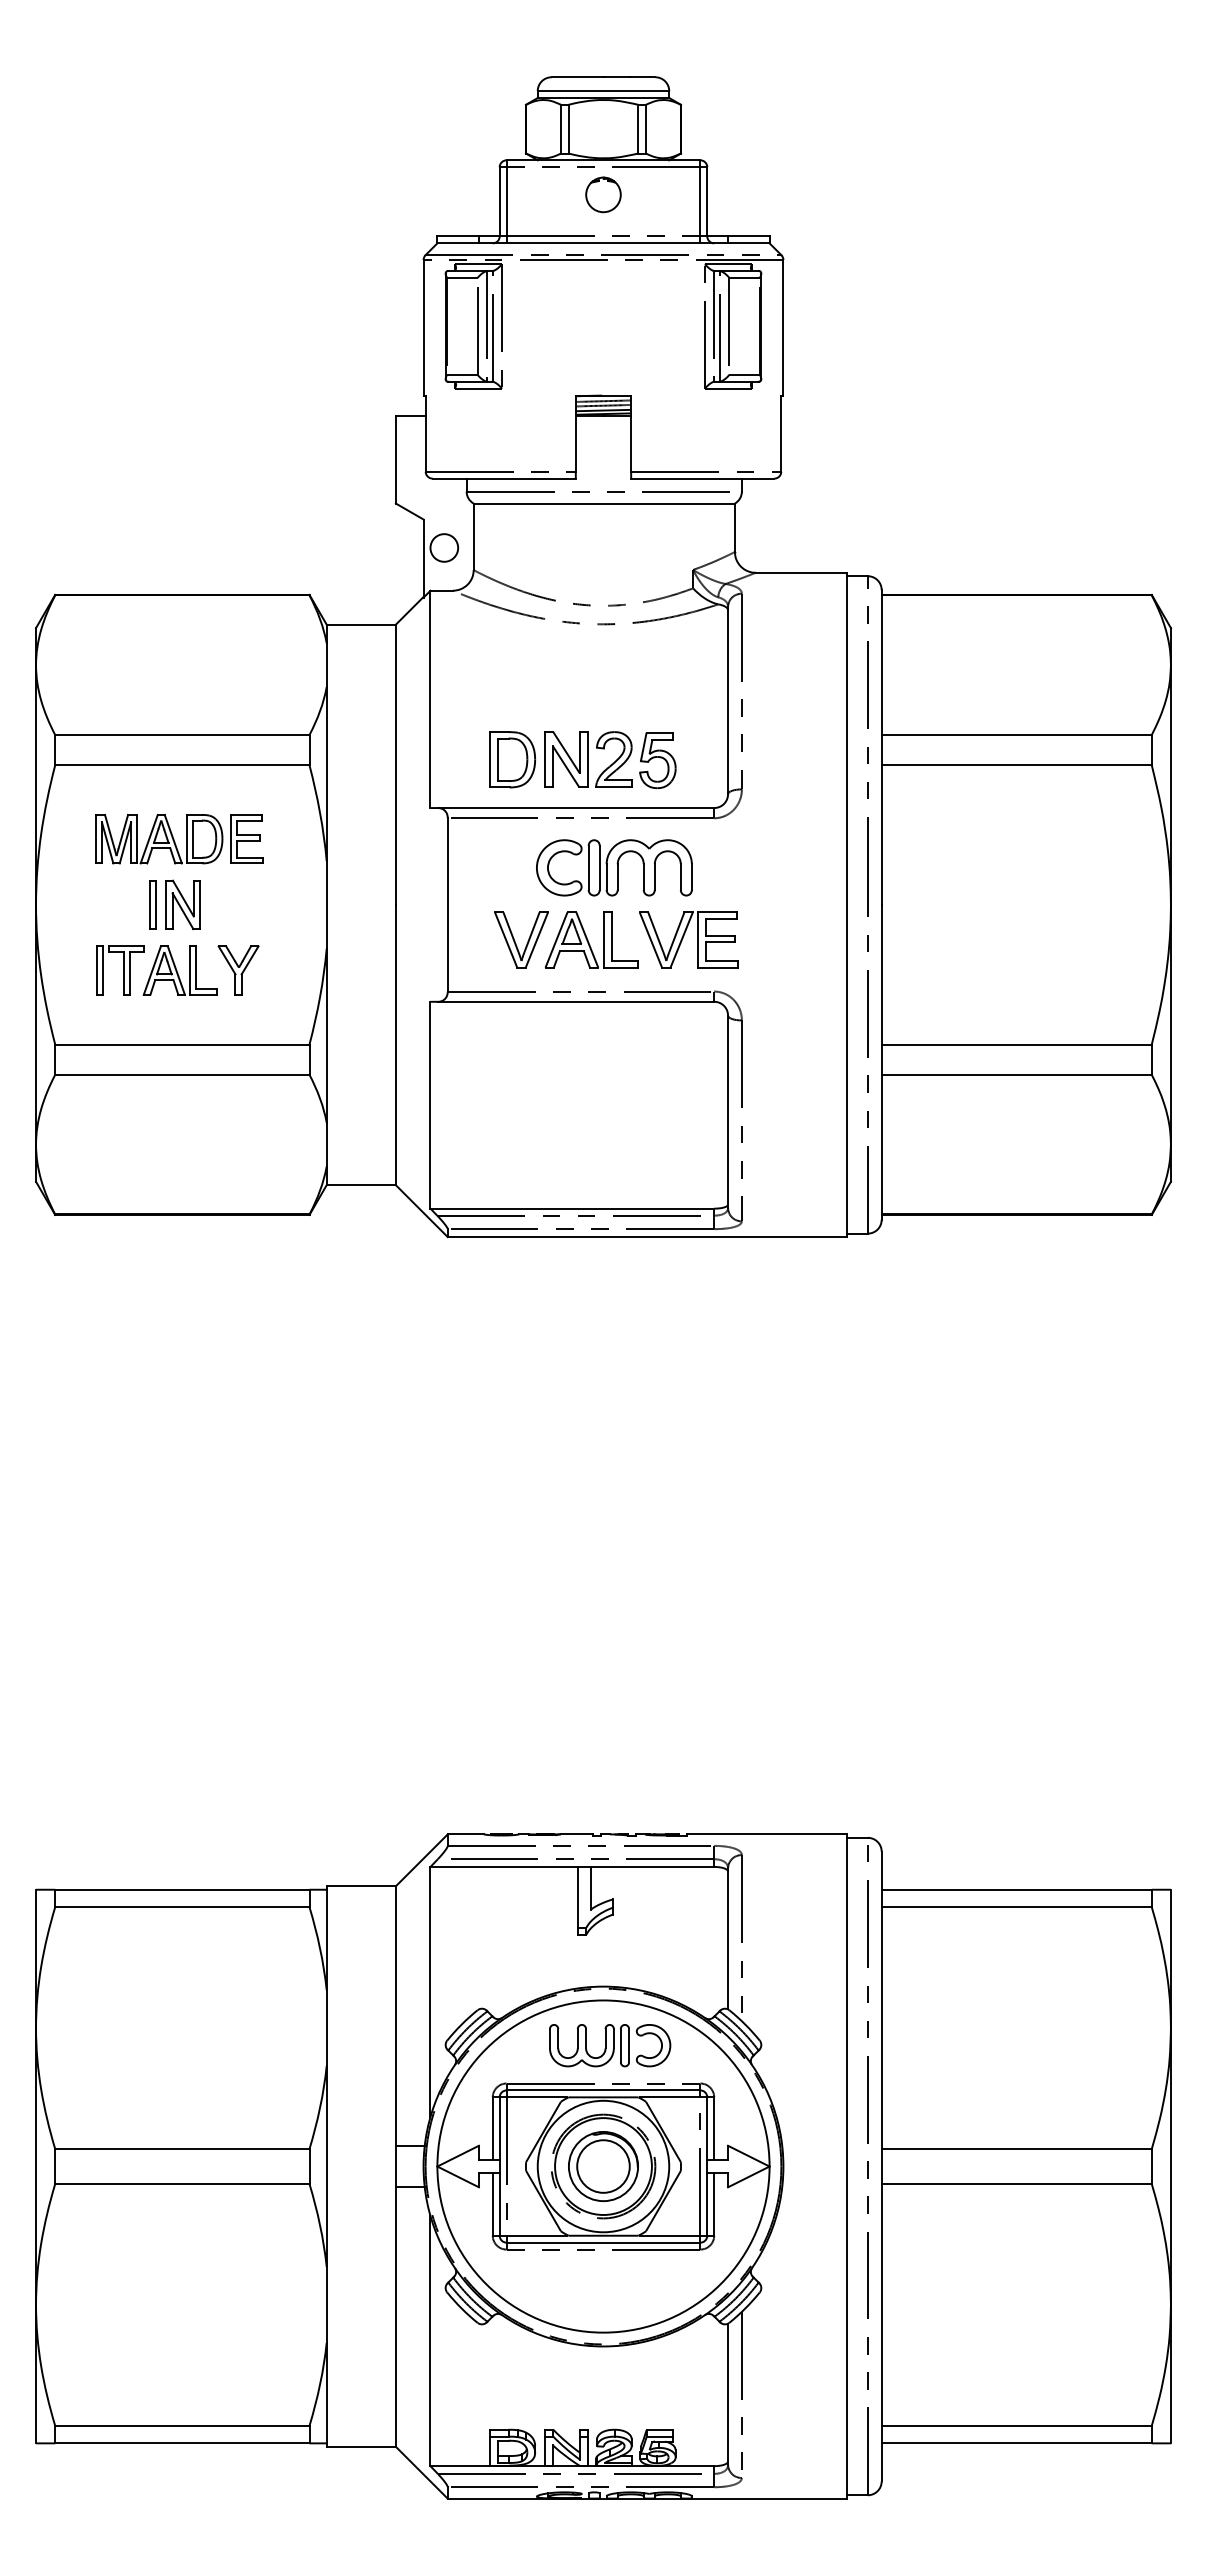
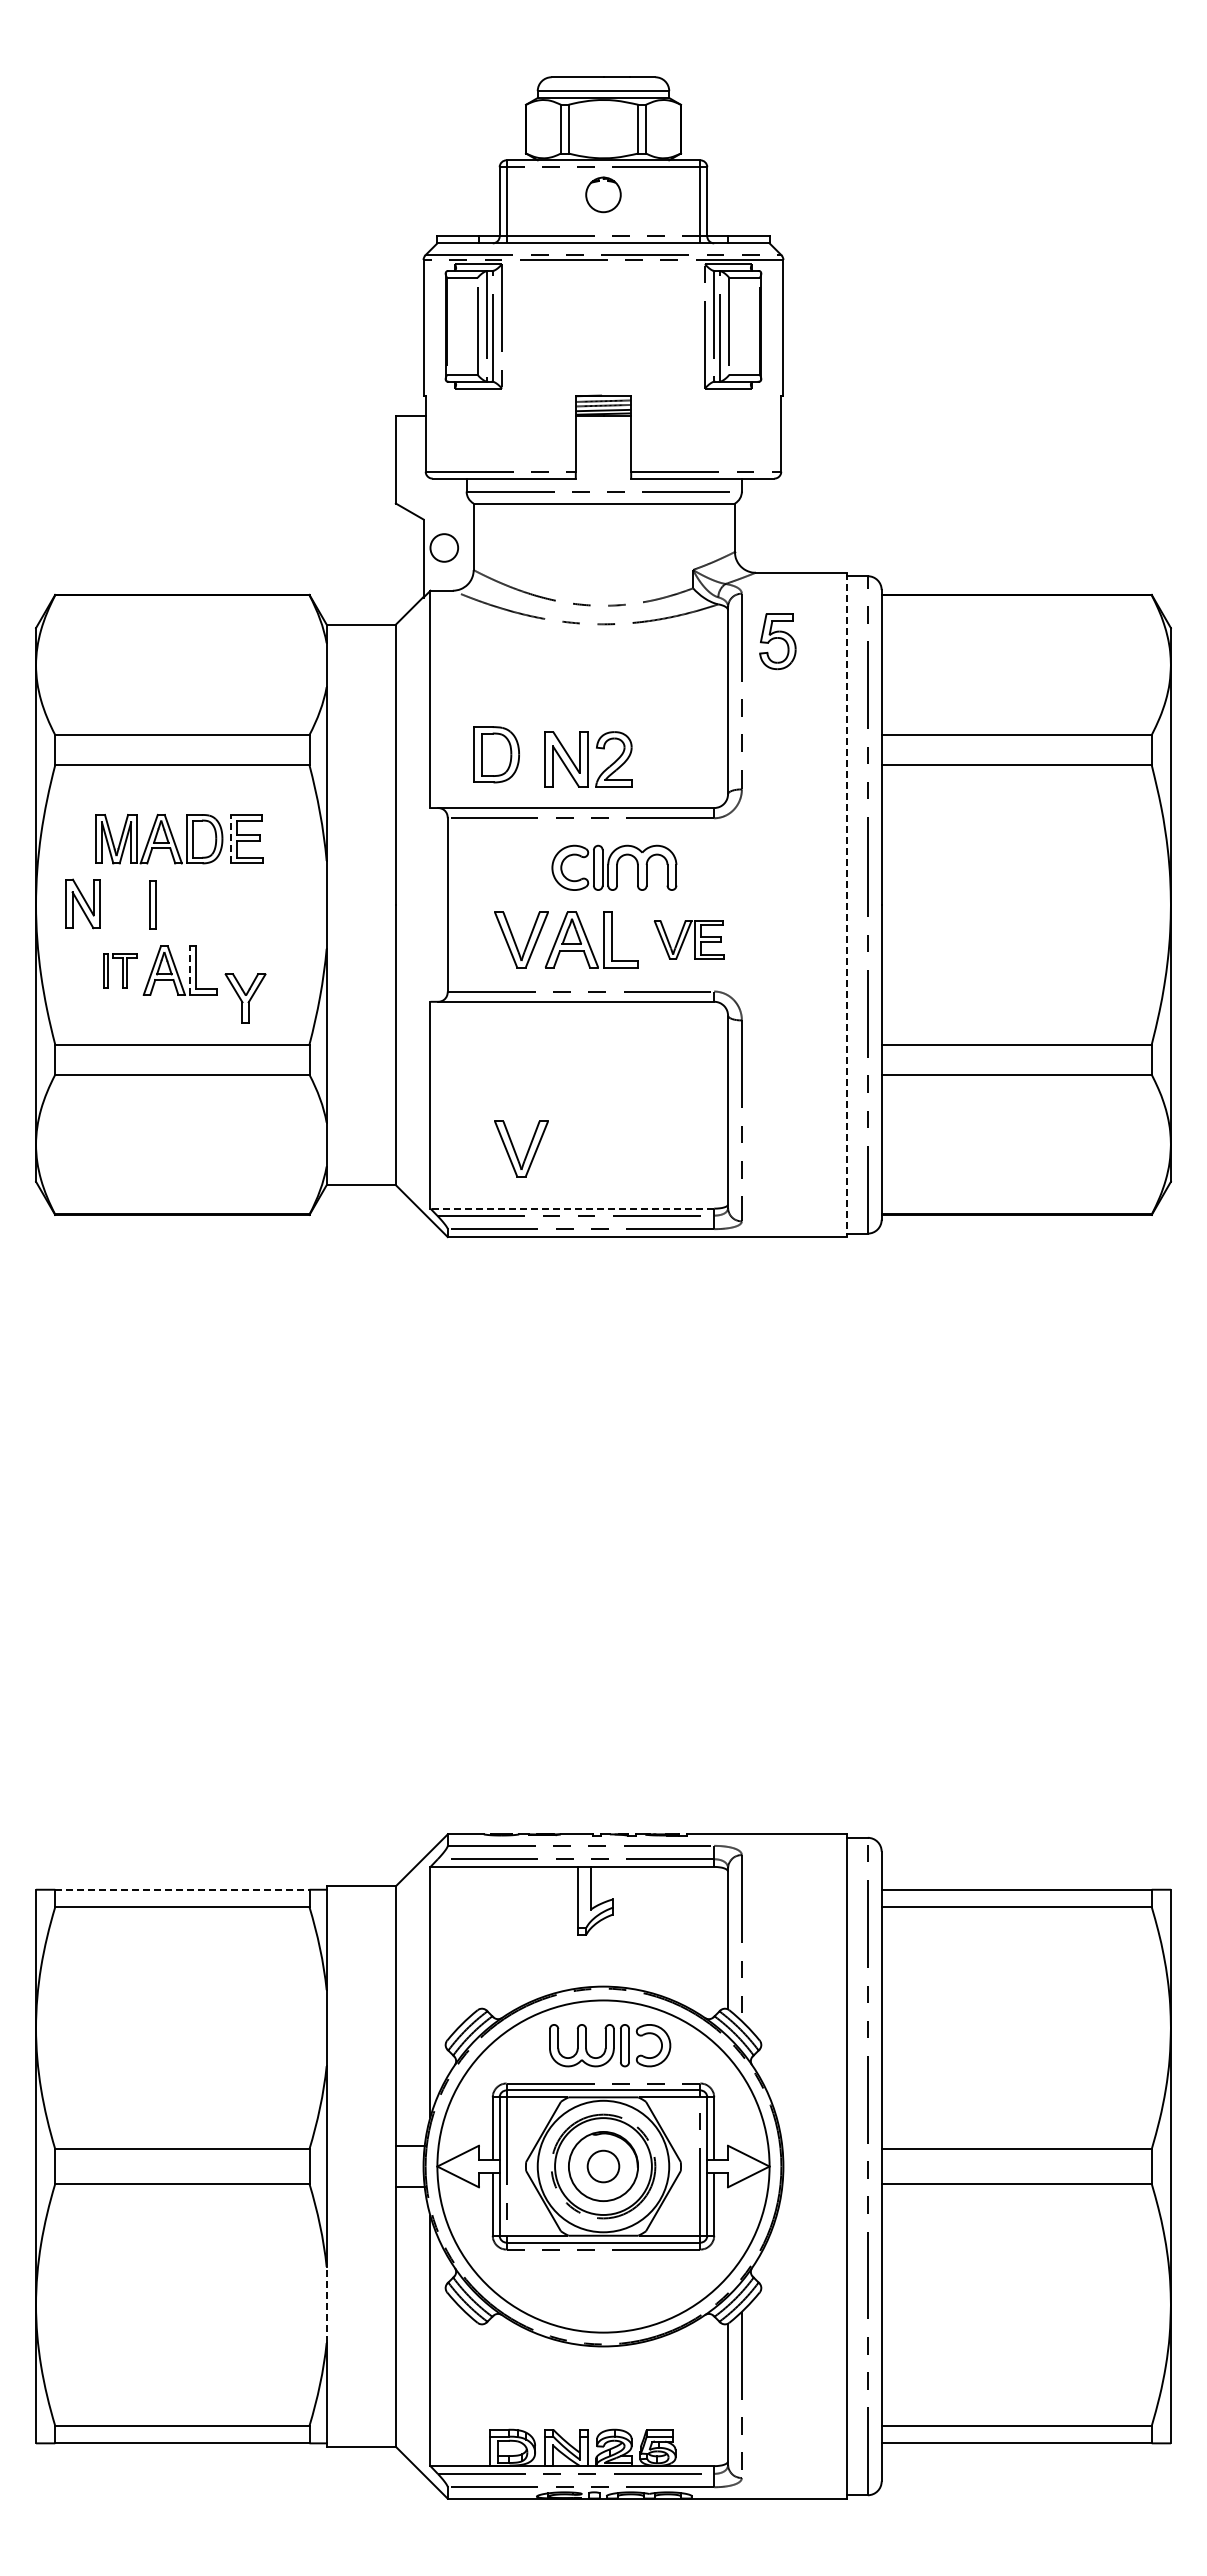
part at (512, 759) position: (512, 759) -> (496, 754)
part at (657, 760) position: (657, 760) -> (777, 641)
line at (230, 838): solid -> dashed
part at (614, 867) size: 157x58 px -> 127x47 px
part at (182, 904) position: (182, 904) -> (82, 903)
line at (847, 905): solid -> dashed
part at (688, 939) size: 100x58 px -> 72x40 px
part at (120, 970) size: 49x51 px -> 35x36 px
line at (190, 970): solid -> dashed
part at (238, 970) position: (238, 970) -> (245, 998)
part at (515, 1149): none -> present
line at (572, 1208): solid -> dashed
line at (182, 1889): solid -> dashed
circle at (603, 2166) diameter: 53 px -> 32 px
line at (326, 2304): solid -> dashed
